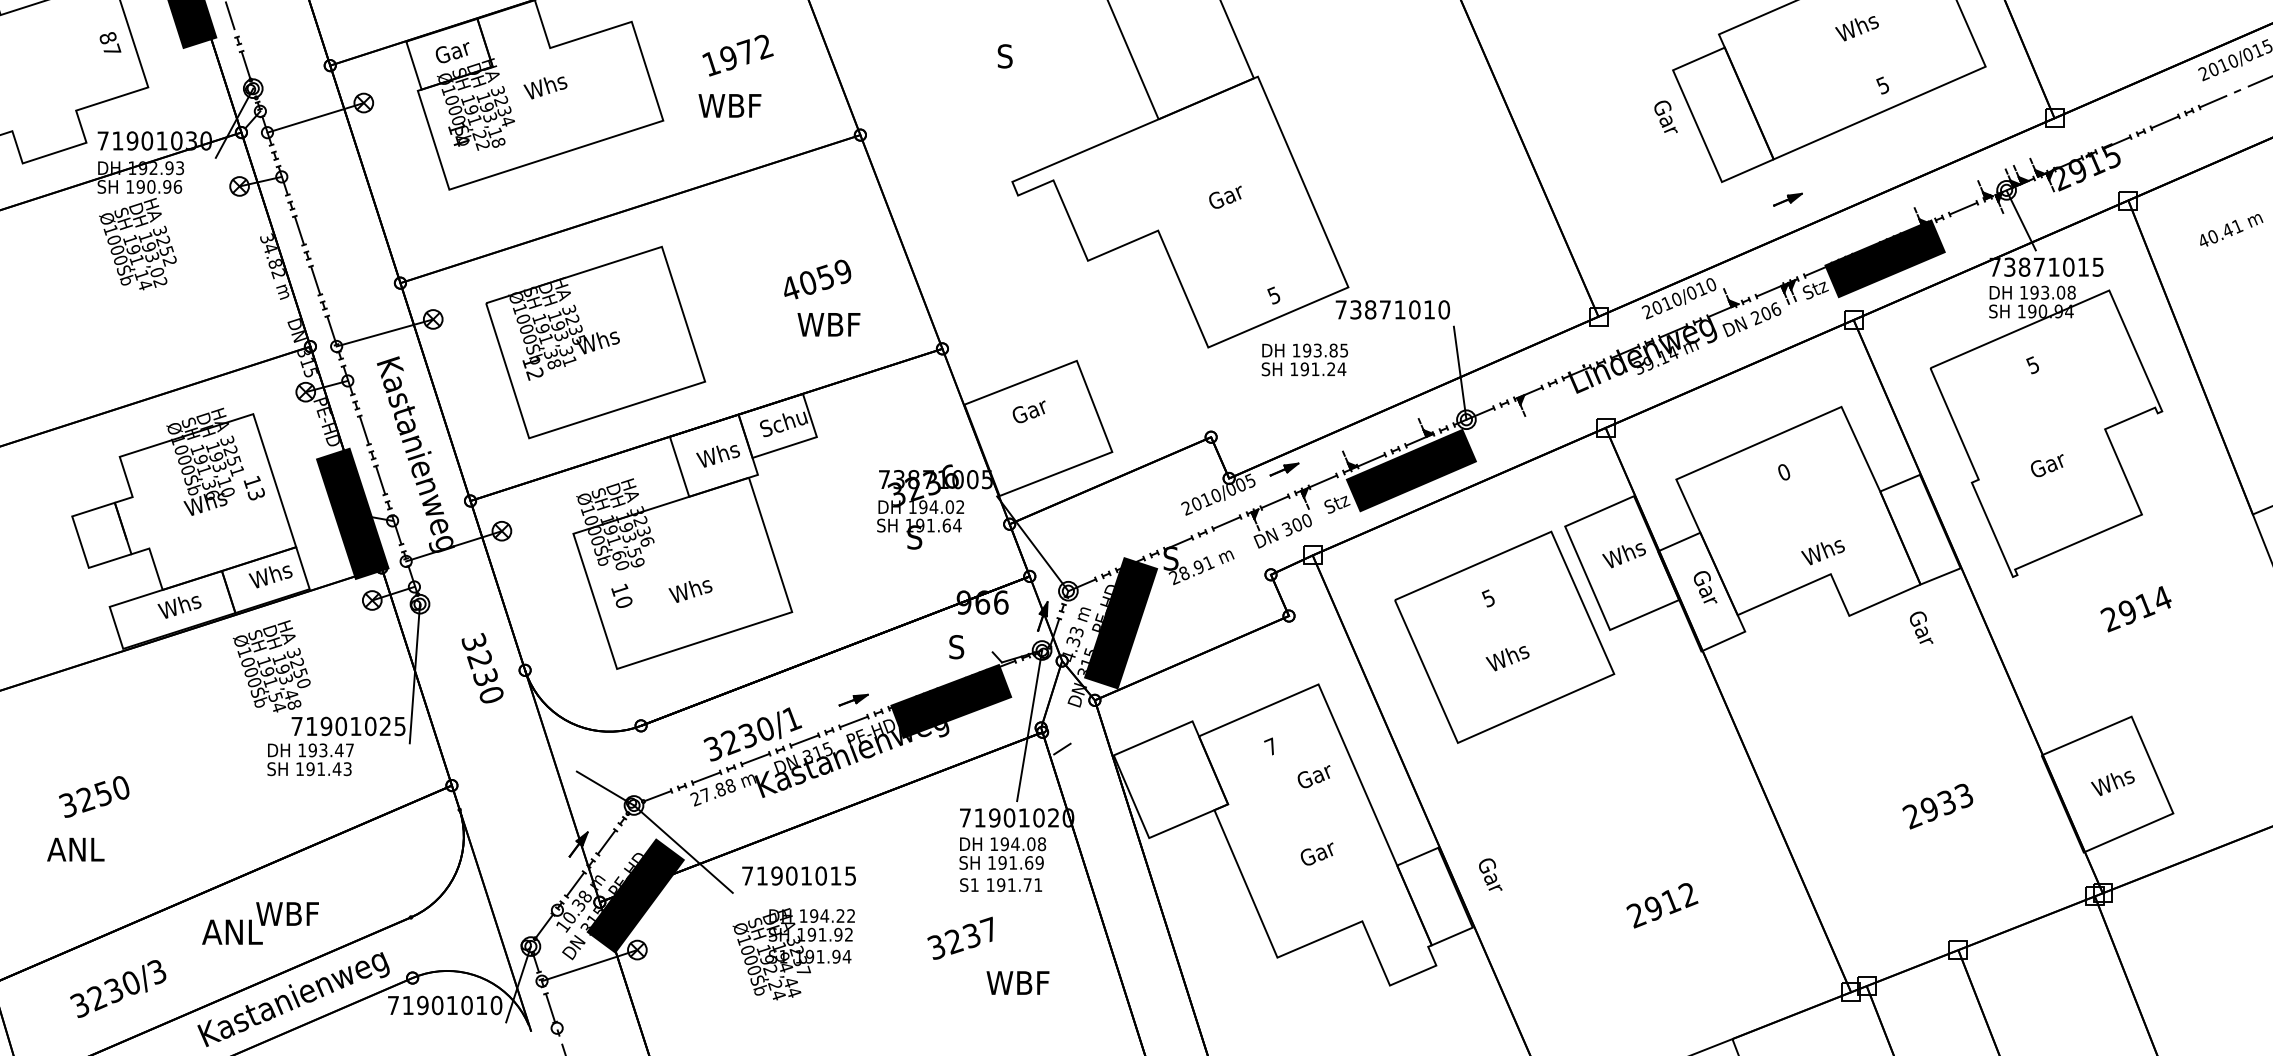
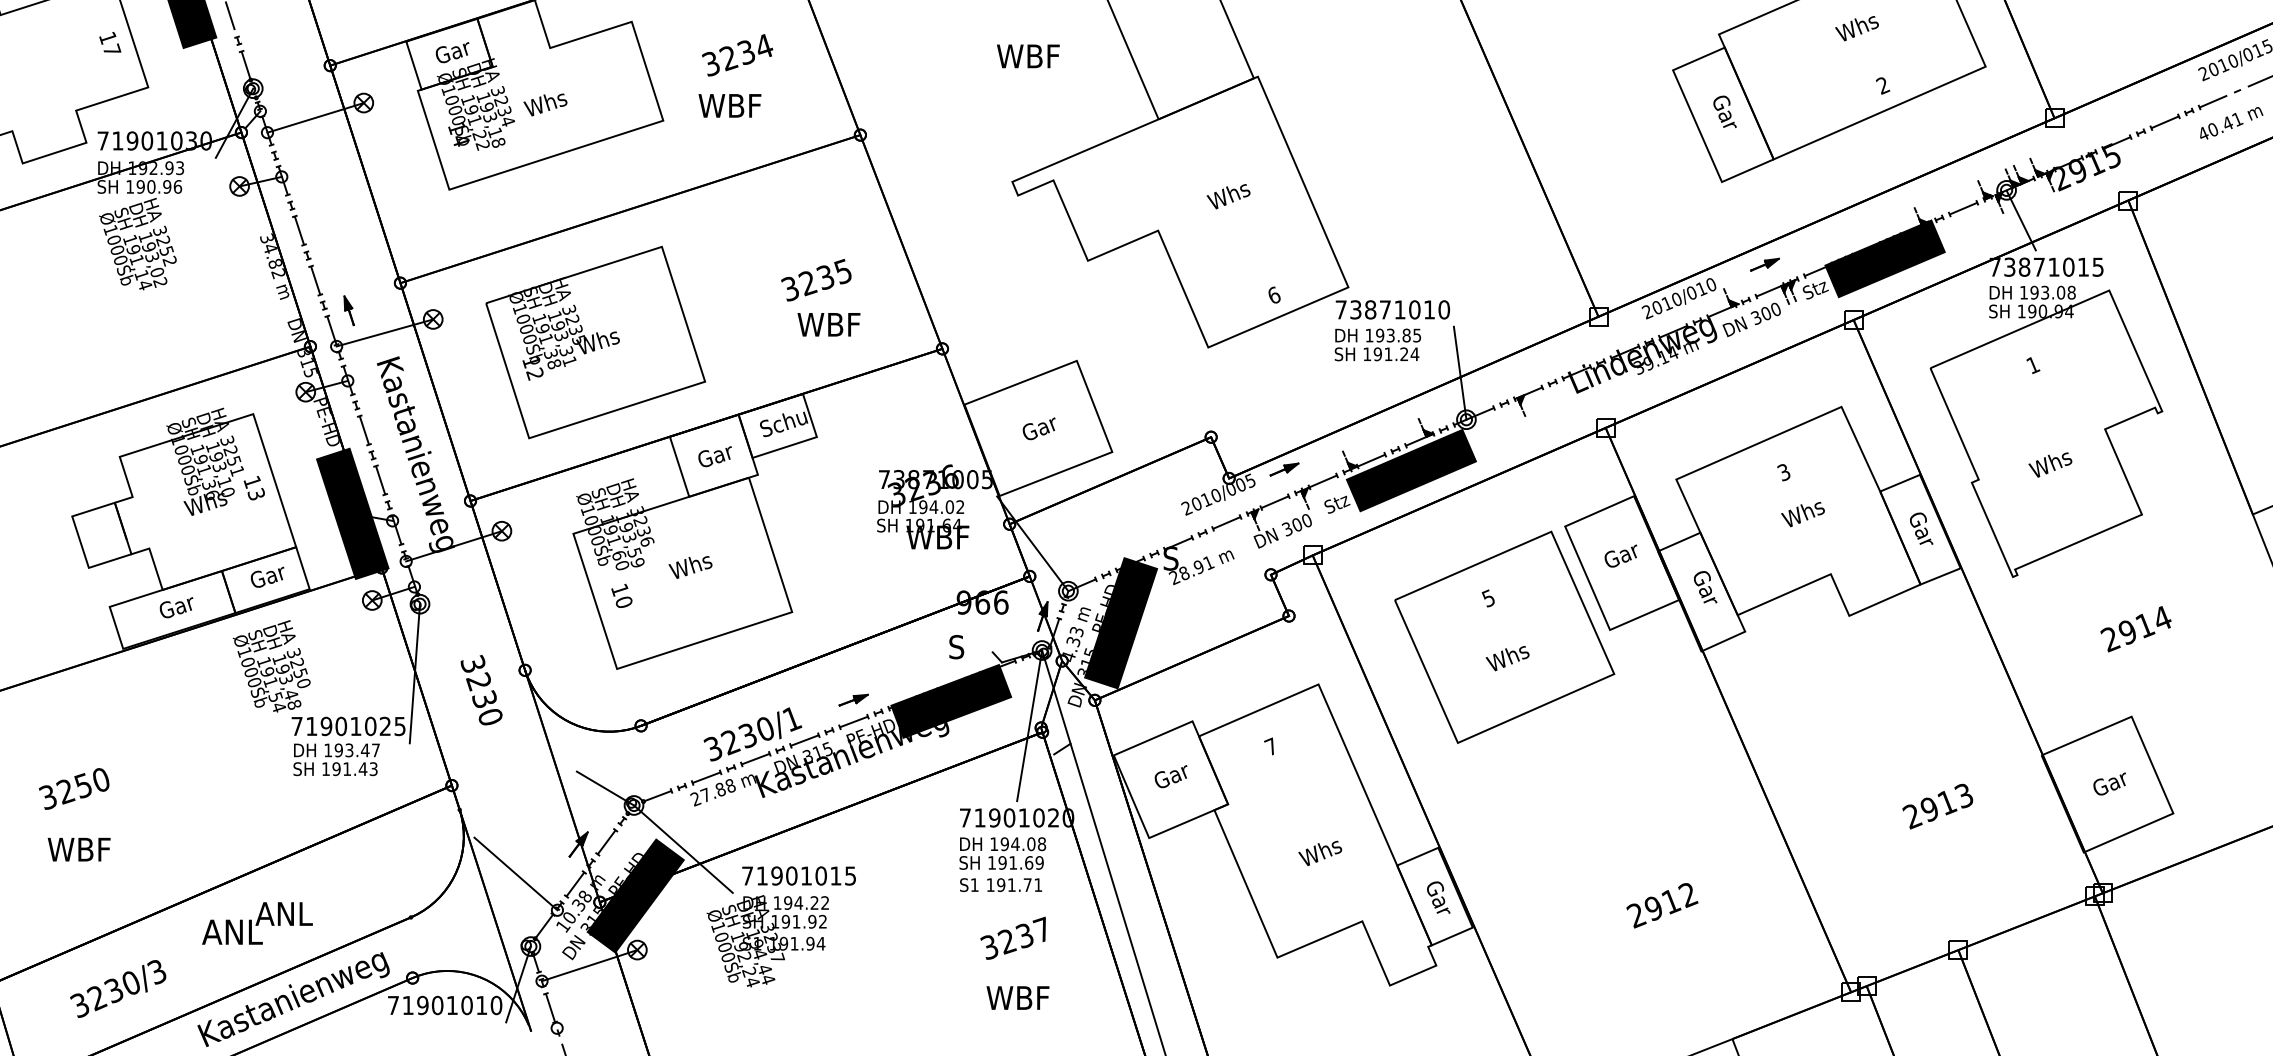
text at (107, 37): 87 -> 17
text at (737, 55): 1972 -> 3234
text at (1028, 56): S -> WBF
text at (1882, 85): 5 -> 2
text at (545, 87) position: (545, 87) -> (545, 104)
text at (1665, 116) position: (1665, 116) -> (1724, 111)
text at (1228, 196): Gar -> Whs
part at (1787, 199) position: (1787, 199) -> (1764, 264)
text at (2231, 230) position: (2231, 230) -> (2231, 123)
text at (816, 279): 4059 -> 3235
text at (1273, 295): 5 -> 6
part at (348, 310): none -> present
text at (1765, 313): 206 -> 300
text at (1304, 359) position: (1304, 359) -> (1377, 344)
text at (2033, 365): 5 -> 1
text at (1028, 411) position: (1028, 411) -> (1038, 428)
text at (717, 456): Whs -> Gar
text at (2050, 464): Gar -> Whs
text at (1783, 472): 0 -> 3
text at (937, 537): S -> WBF
text at (1822, 552) position: (1822, 552) -> (1802, 514)
text at (1623, 555): Whs -> Gar
text at (270, 576): Whs -> Gar
text at (690, 591) position: (690, 591) -> (690, 567)
text at (179, 606): Whs -> Gar
text at (2135, 609) position: (2135, 609) -> (2135, 629)
text at (1921, 627) position: (1921, 627) -> (1921, 528)
text at (482, 668) position: (482, 668) -> (481, 690)
text at (310, 759) position: (310, 759) -> (336, 759)
text at (1313, 776) position: (1313, 776) -> (1170, 776)
text at (2112, 783): Whs -> Gar
text at (94, 796) position: (94, 796) -> (74, 788)
text at (1947, 802): 2933 -> 2913
text at (78, 849): ANL -> WBF
line at (1103, 851): none -> present
text at (1320, 852): Gar -> Whs
line at (515, 873): none -> present
text at (1490, 874) position: (1490, 874) -> (1438, 897)
text at (286, 913): WBF -> ANL
text at (959, 937) position: (959, 937) -> (1012, 937)
text at (793, 954) position: (793, 954) -> (767, 941)
text at (1017, 982) position: (1017, 982) -> (1017, 997)
